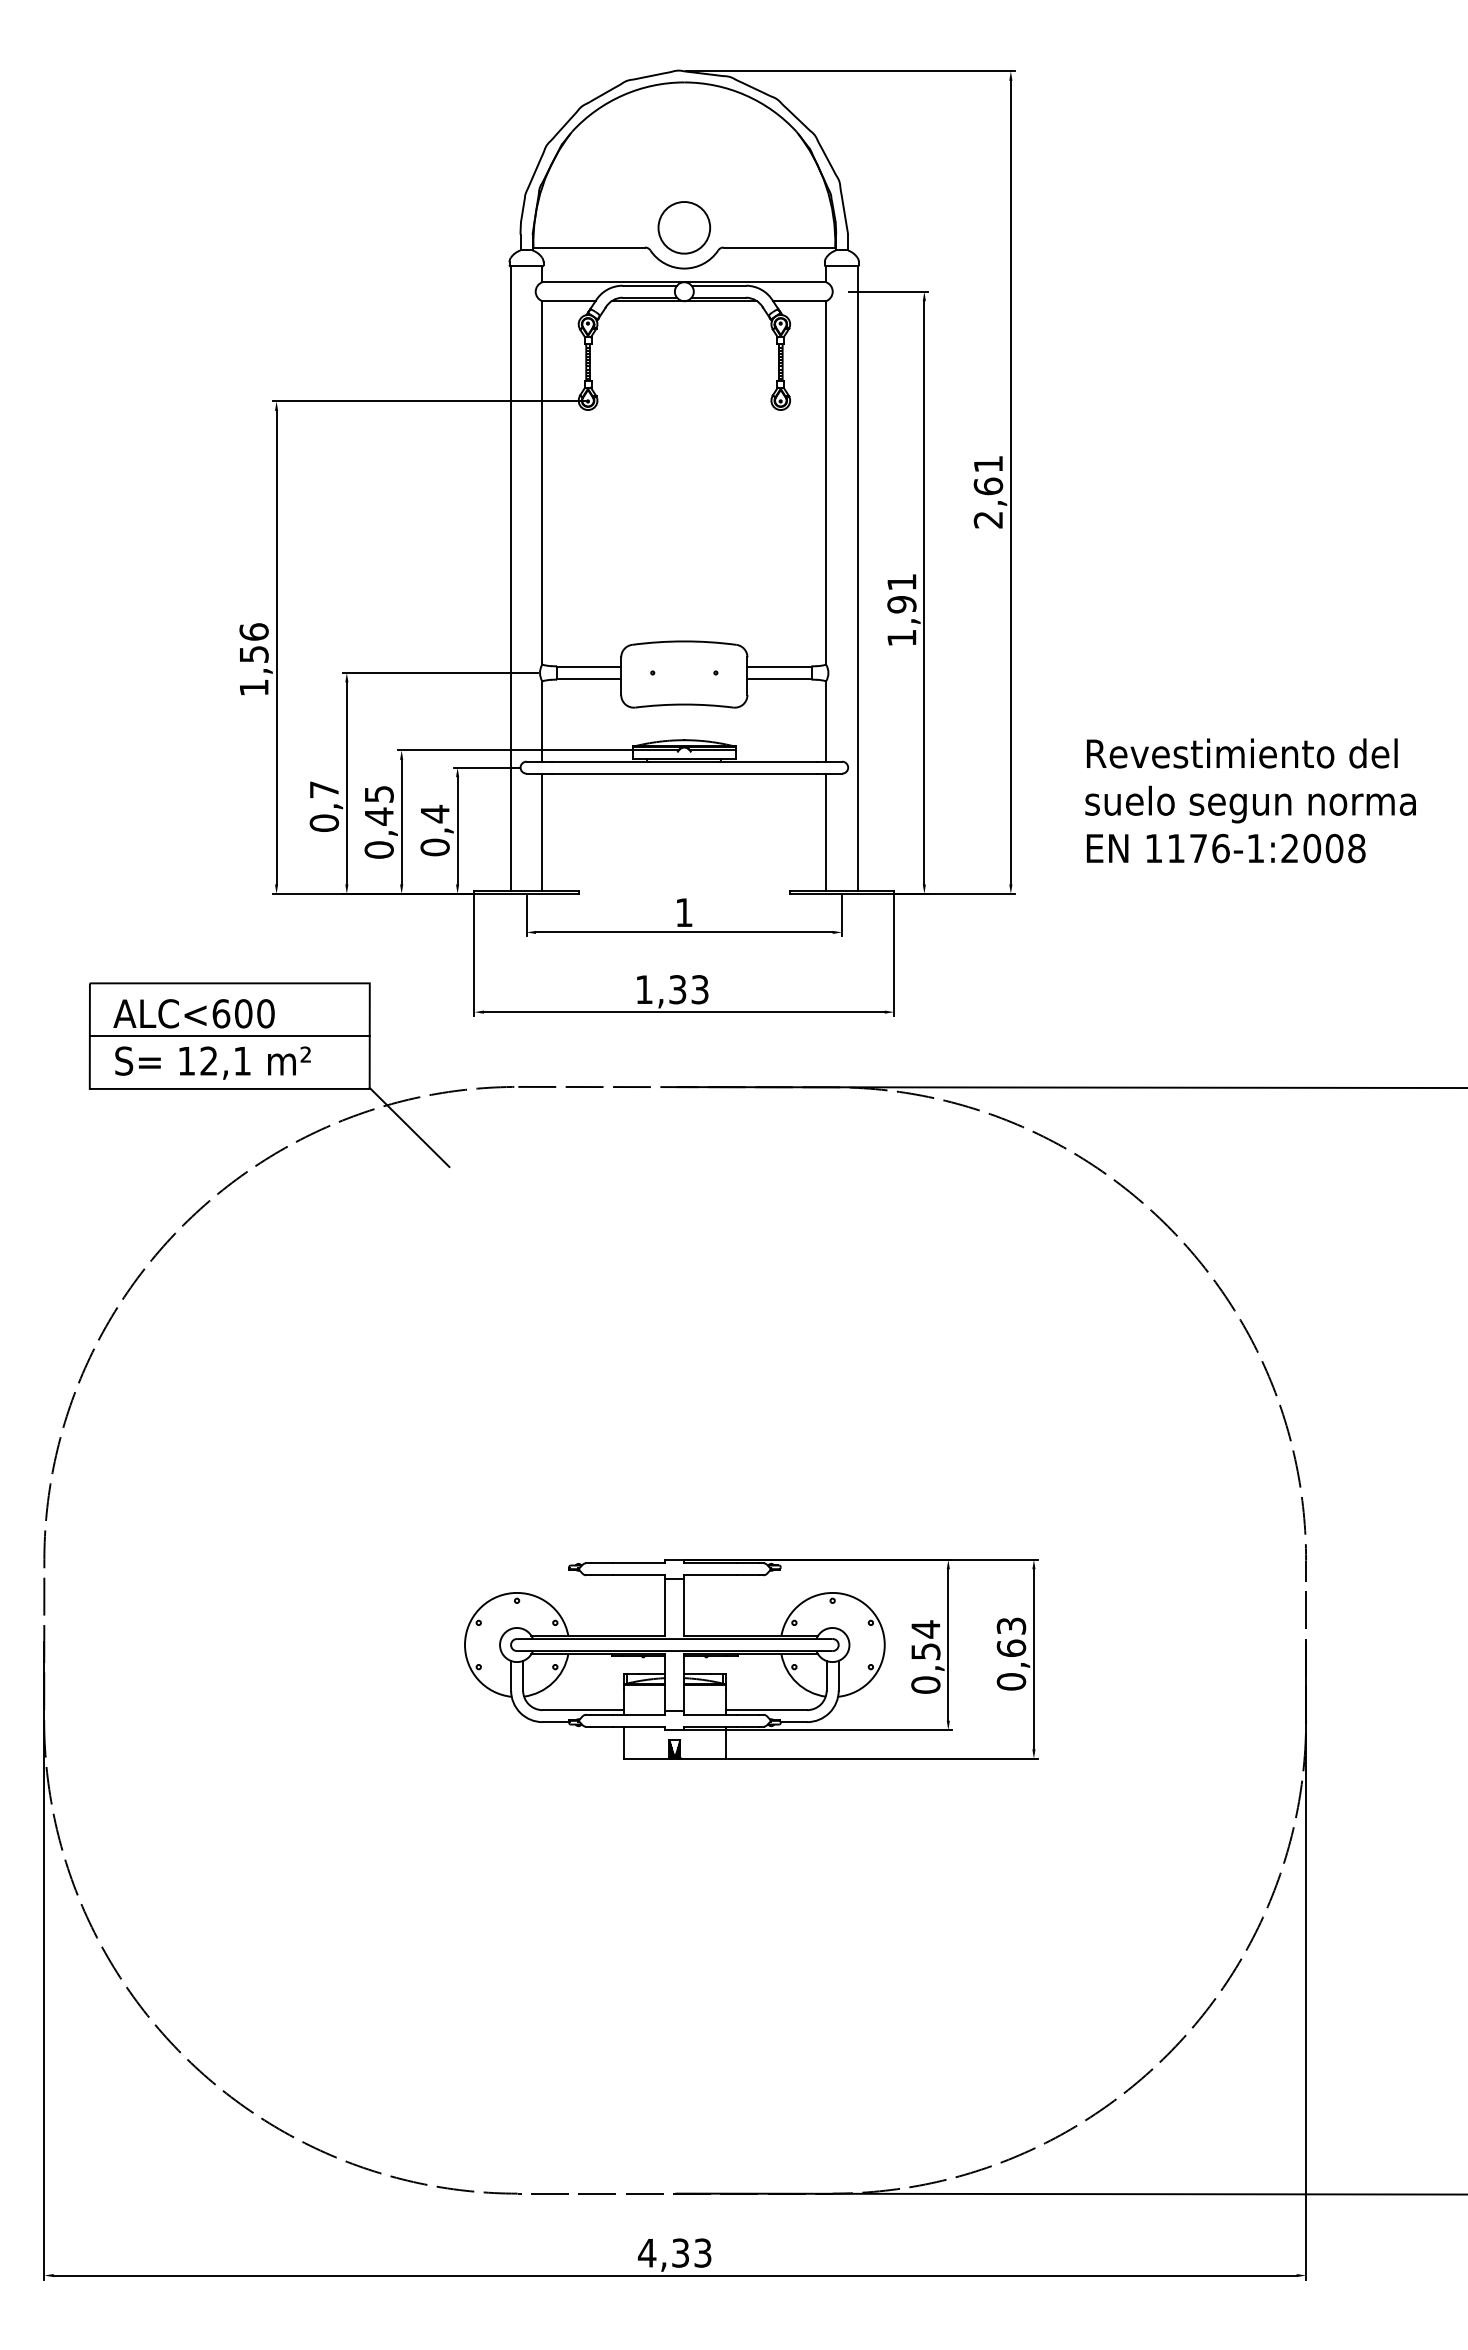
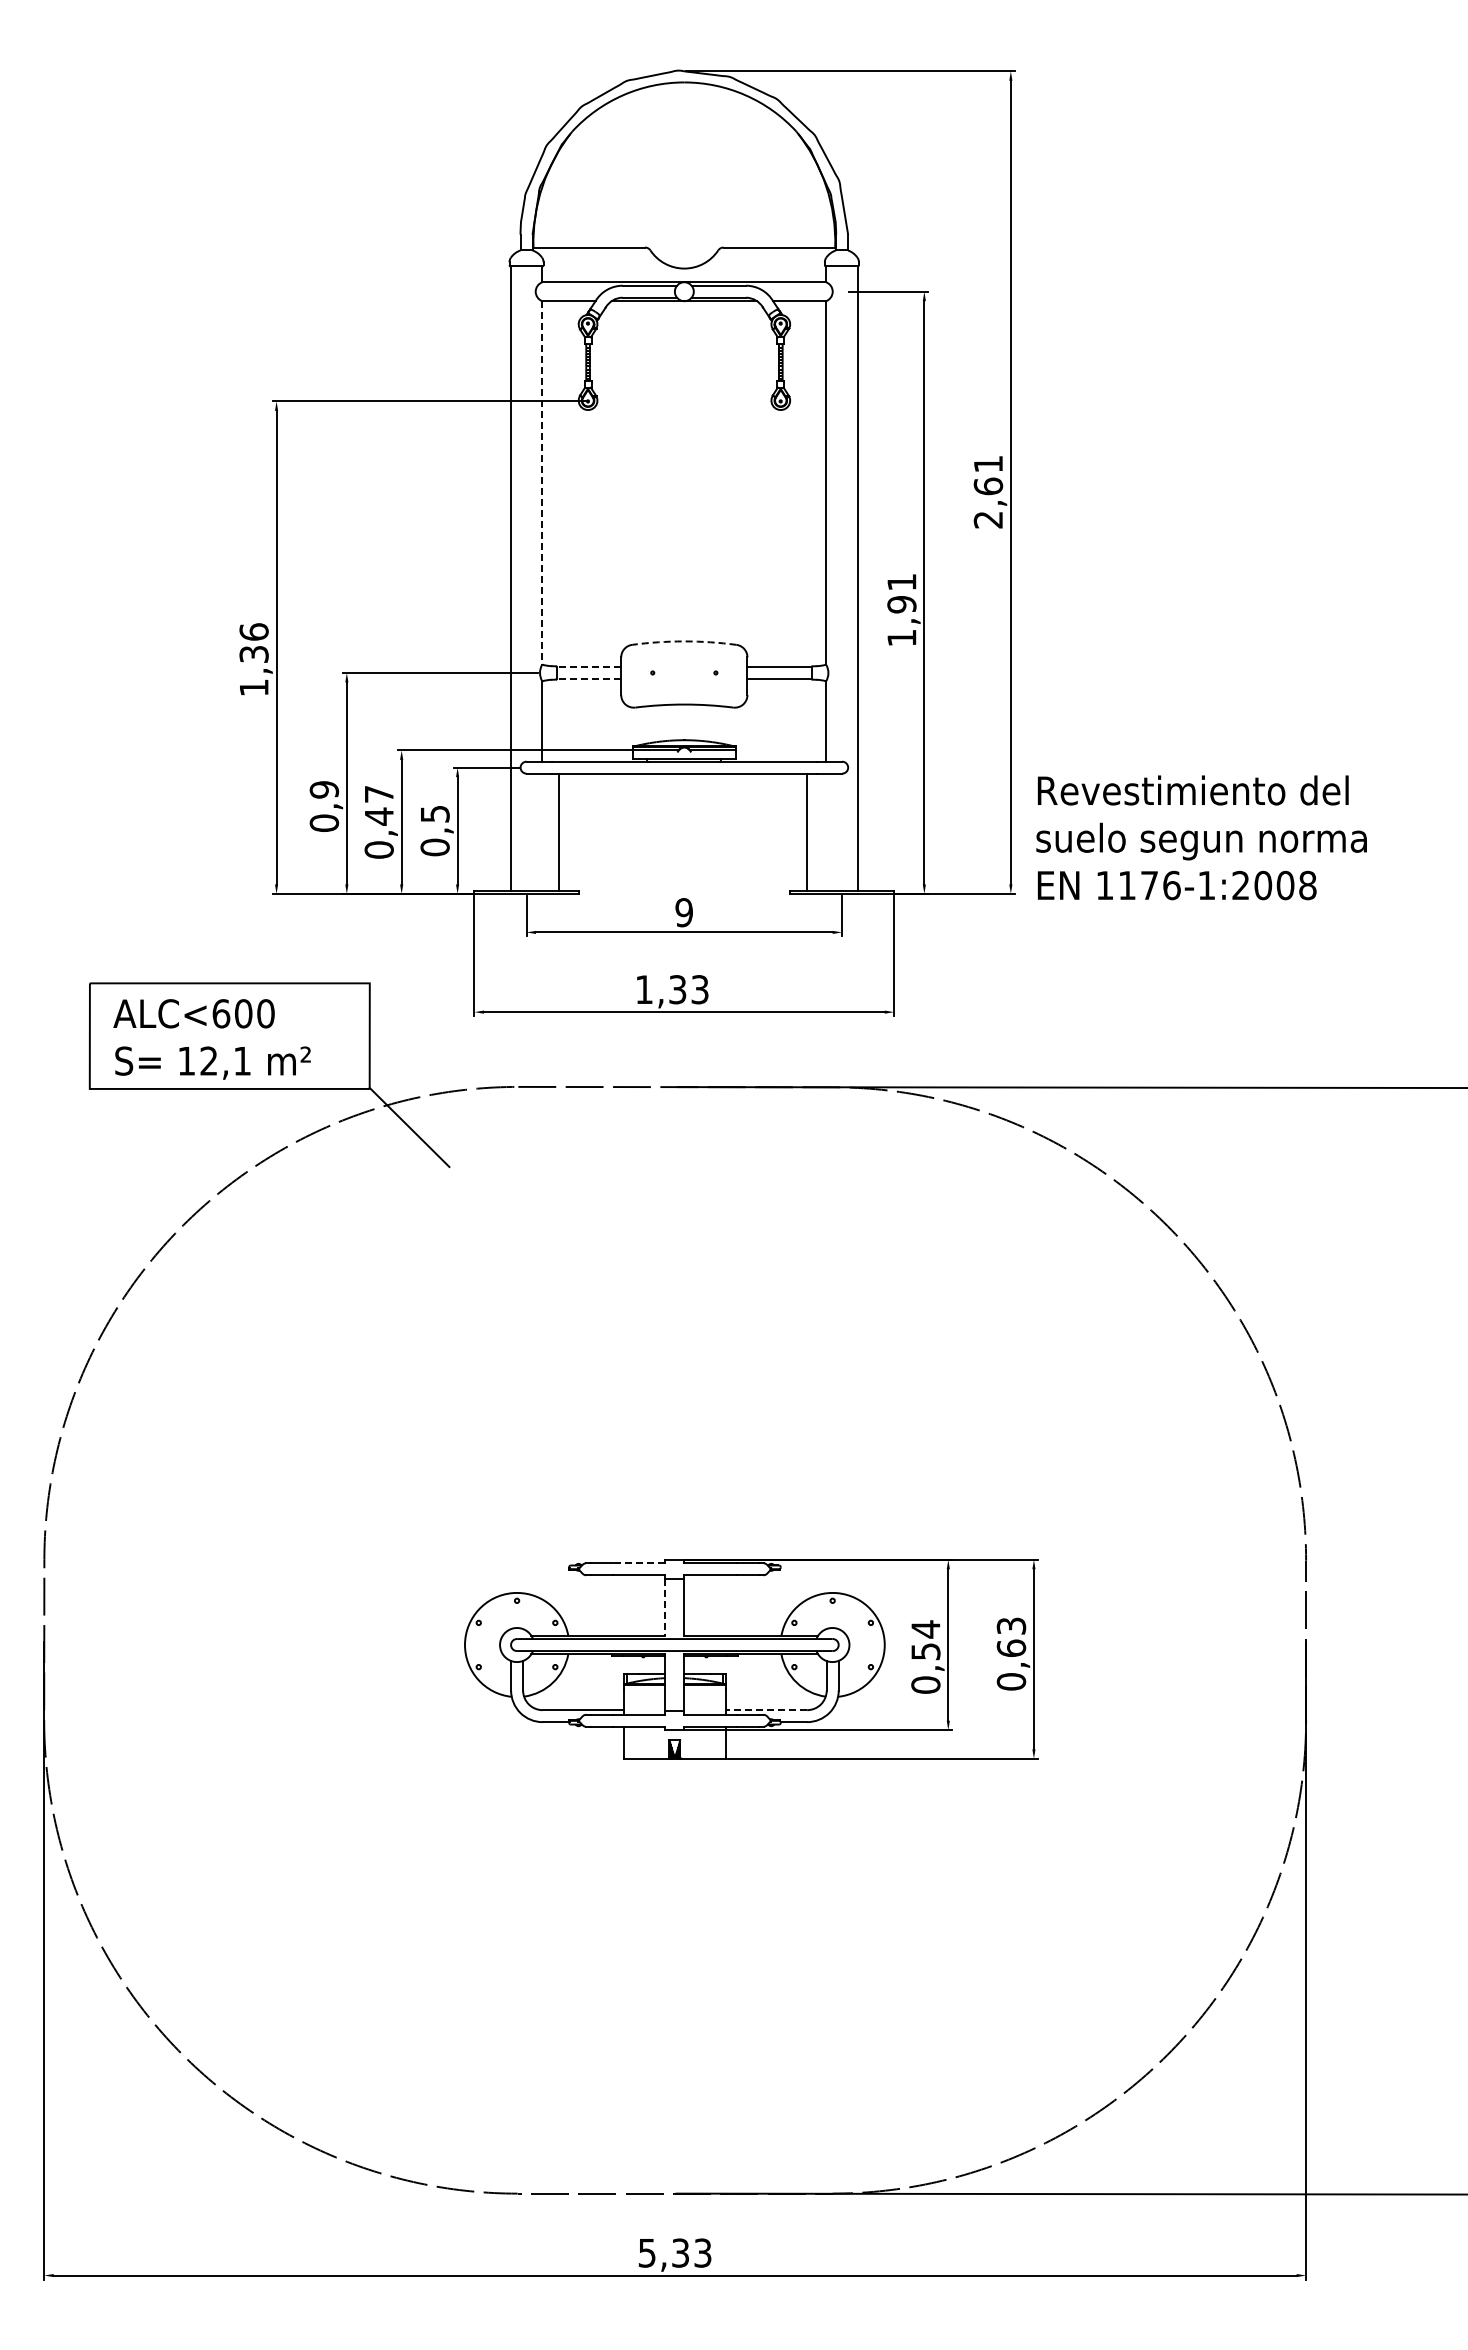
circle at (684, 227): present -> none
line at (542, 482): solid -> dashed
arc at (684, 641): solid -> dashed
text at (253, 654): 1,56 -> 1,36
line at (588, 667): solid -> dashed
line at (588, 678): solid -> dashed
text at (324, 789): 0,7 -> 0,9
text at (379, 794): 0,45 -> 0,47
text at (1250, 800) position: (1250, 800) -> (1201, 837)
text at (435, 813): 0,4 -> 0,5
line at (542, 832) position: (542, 832) -> (559, 832)
line at (826, 832) position: (826, 832) -> (807, 832)
text at (683, 912): 1 -> 9
line at (229, 1036): present -> none
line at (638, 1563): solid -> dashed
line at (665, 1607): solid -> dashed
line at (766, 1710): solid -> dashed
text at (646, 2253): 4,33 -> 5,33
